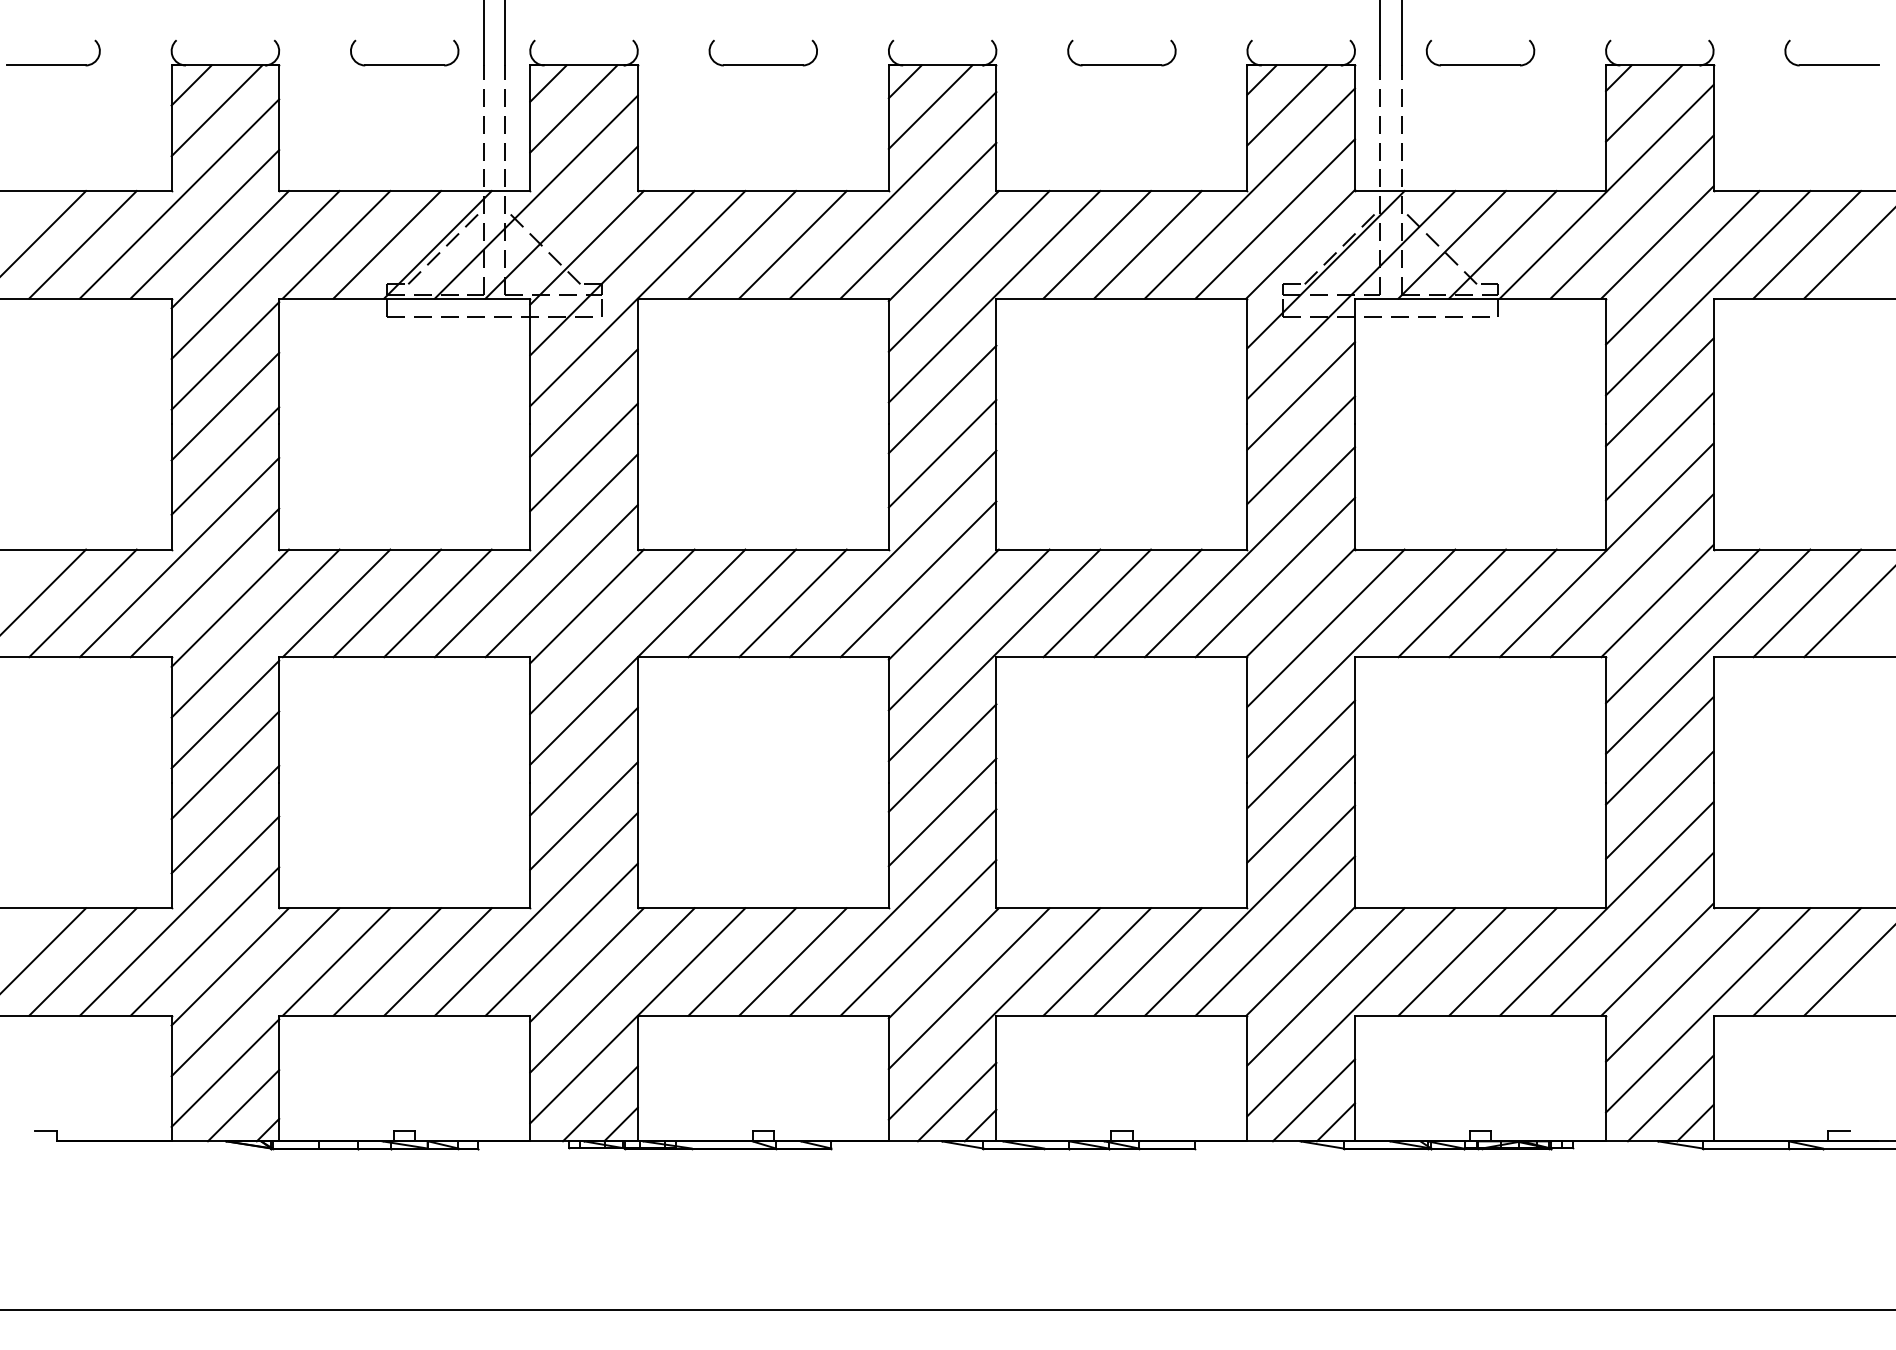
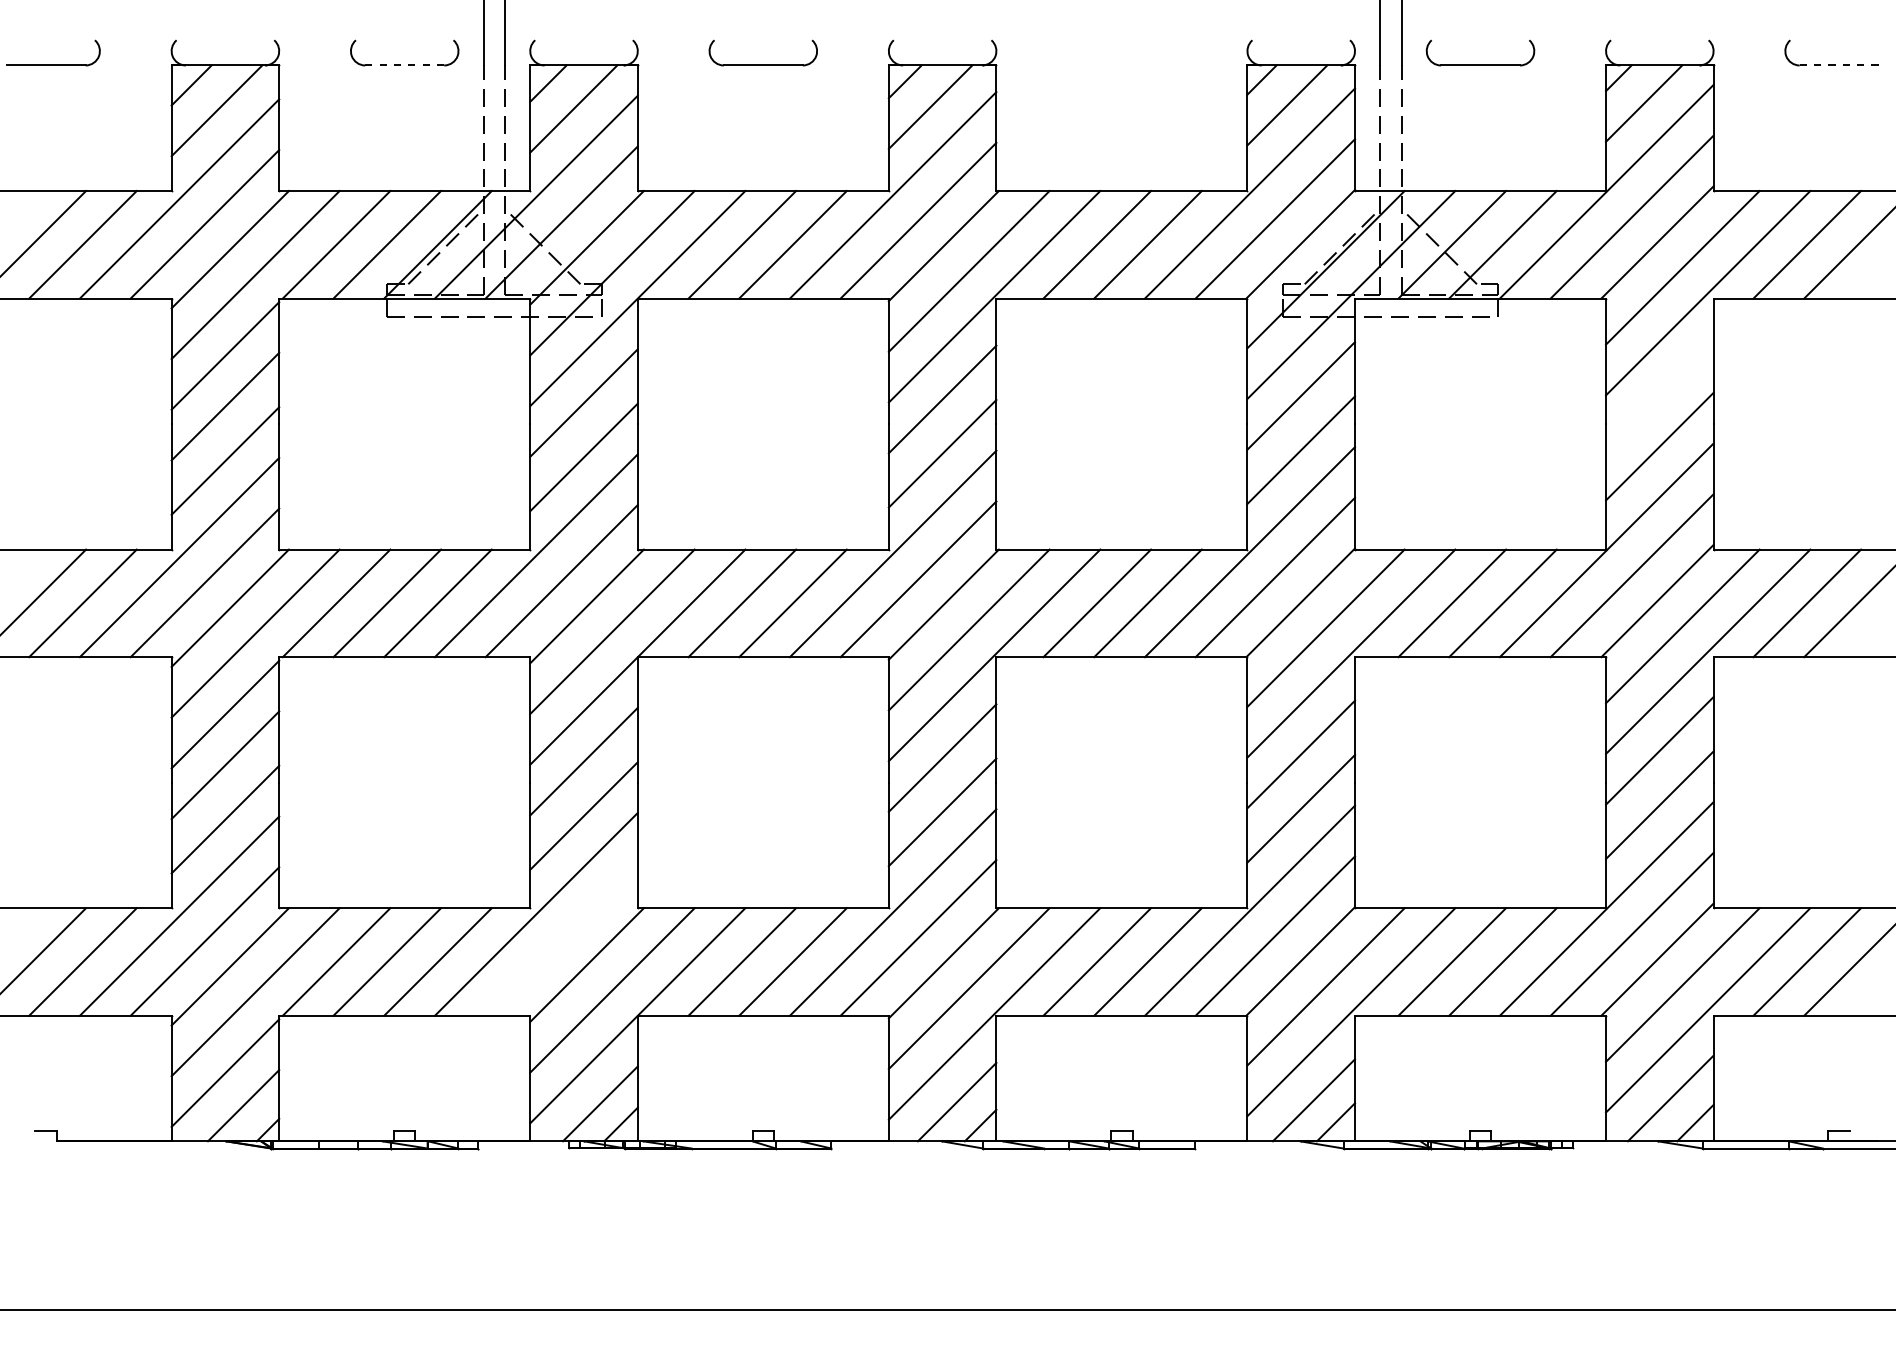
part at (1121, 64): present -> none
line at (405, 65): solid -> dashed
line at (1839, 65): solid -> dashed
line at (1659, 392): present -> none
line at (561, 939): present -> none
